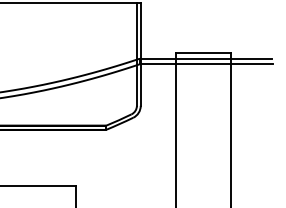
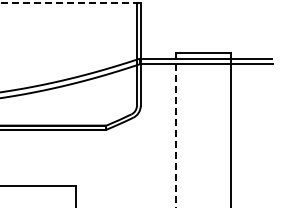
line at (70, 3): solid -> dashed
line at (175, 130): solid -> dashed
